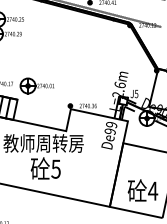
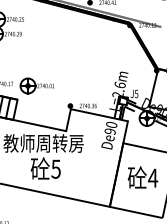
text at (111, 125): De99 -> De90
text at (142, 190) position: (142, 190) -> (142, 177)
